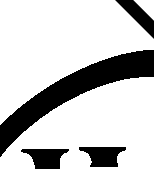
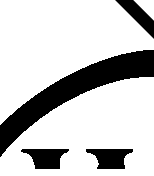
part at (102, 156) position: (102, 156) -> (109, 158)
